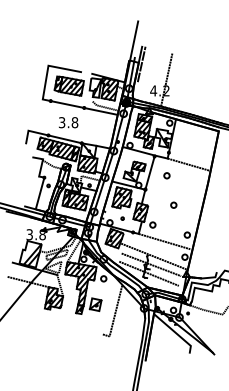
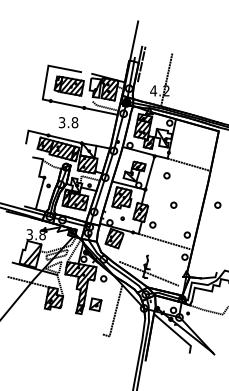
part at (217, 204): none -> present
line at (154, 256): present -> none
line at (151, 264): present -> none
